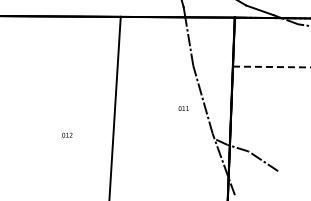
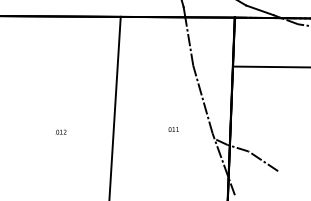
line at (271, 67): dashed -> solid
text at (183, 108) position: (183, 108) -> (173, 129)
text at (66, 134) position: (66, 134) -> (60, 131)
